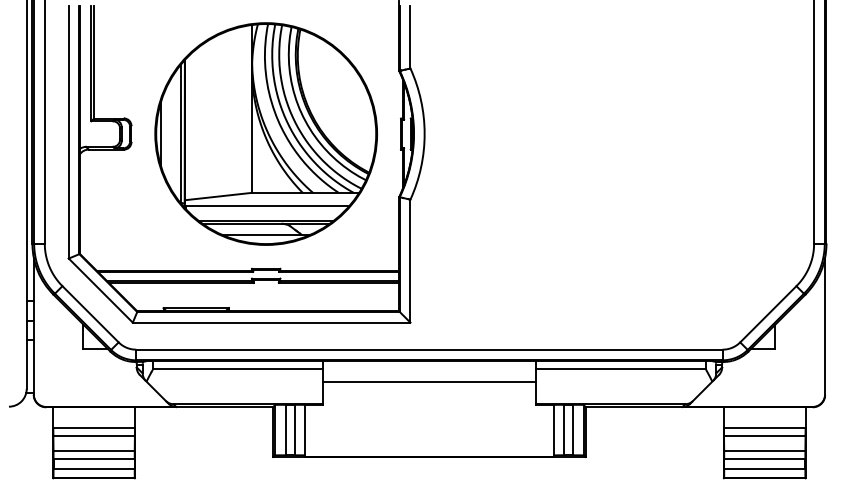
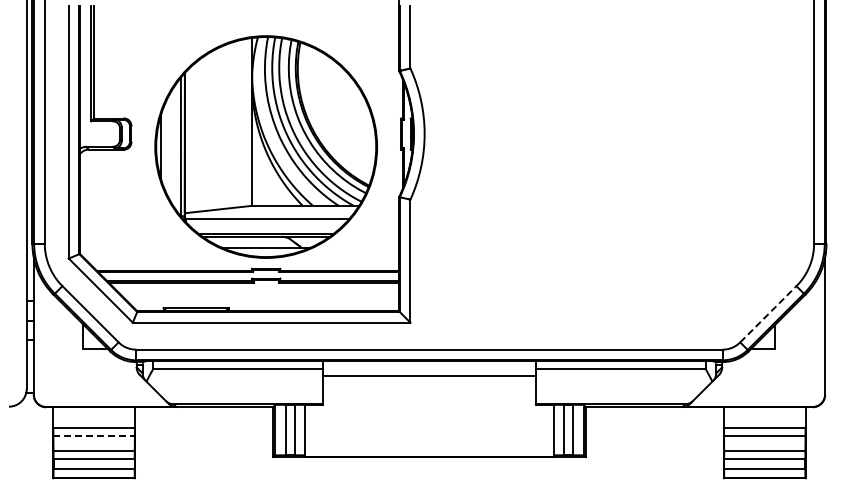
part at (265, 133) position: (265, 133) -> (265, 146)
line at (768, 314): solid -> dashed
line at (428, 382) position: (428, 382) -> (428, 376)
line at (94, 435): solid -> dashed
